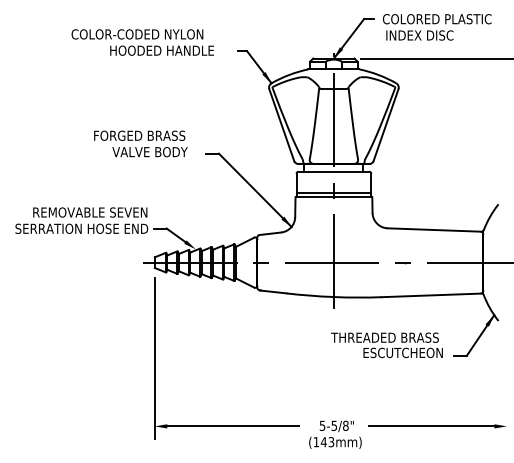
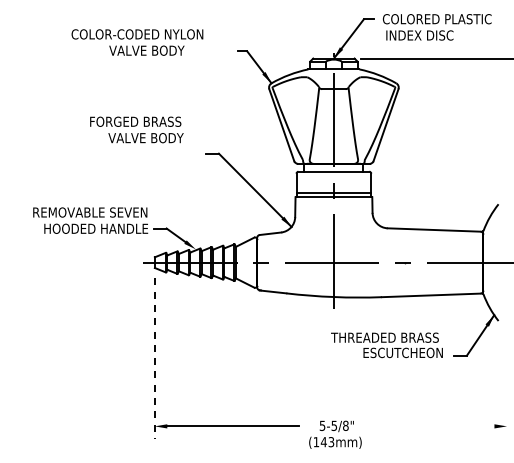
text at (161, 50): HOODED HANDLE -> VALVE BODY
text at (140, 143) position: (140, 143) -> (136, 129)
text at (81, 228): SERRATION HOSE END -> HOODED HANDLE
line at (154, 359): solid -> dashed
line at (431, 426): present -> none
